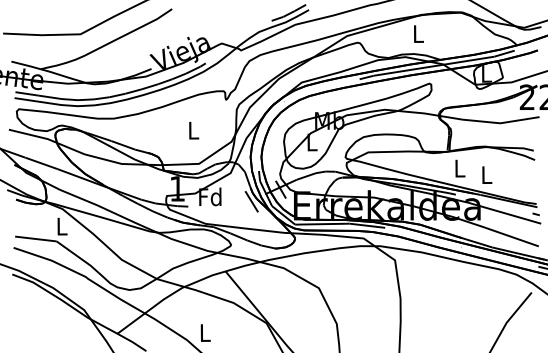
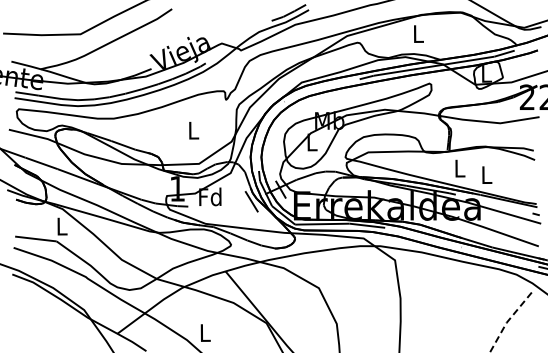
line at (507, 321): solid -> dashed
